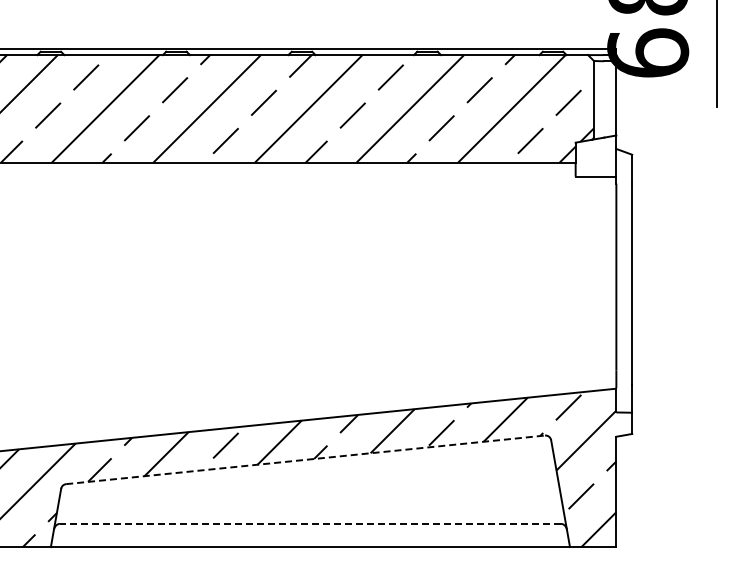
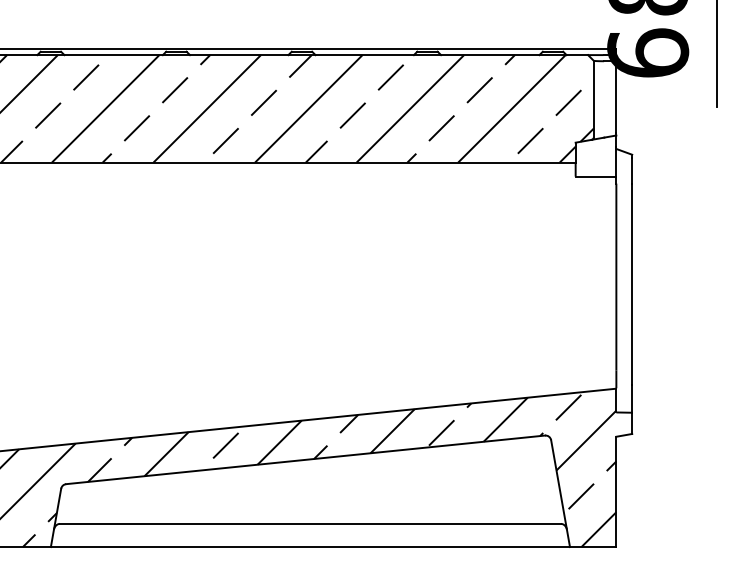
line at (305, 459): dashed -> solid
line at (310, 523): dashed -> solid
